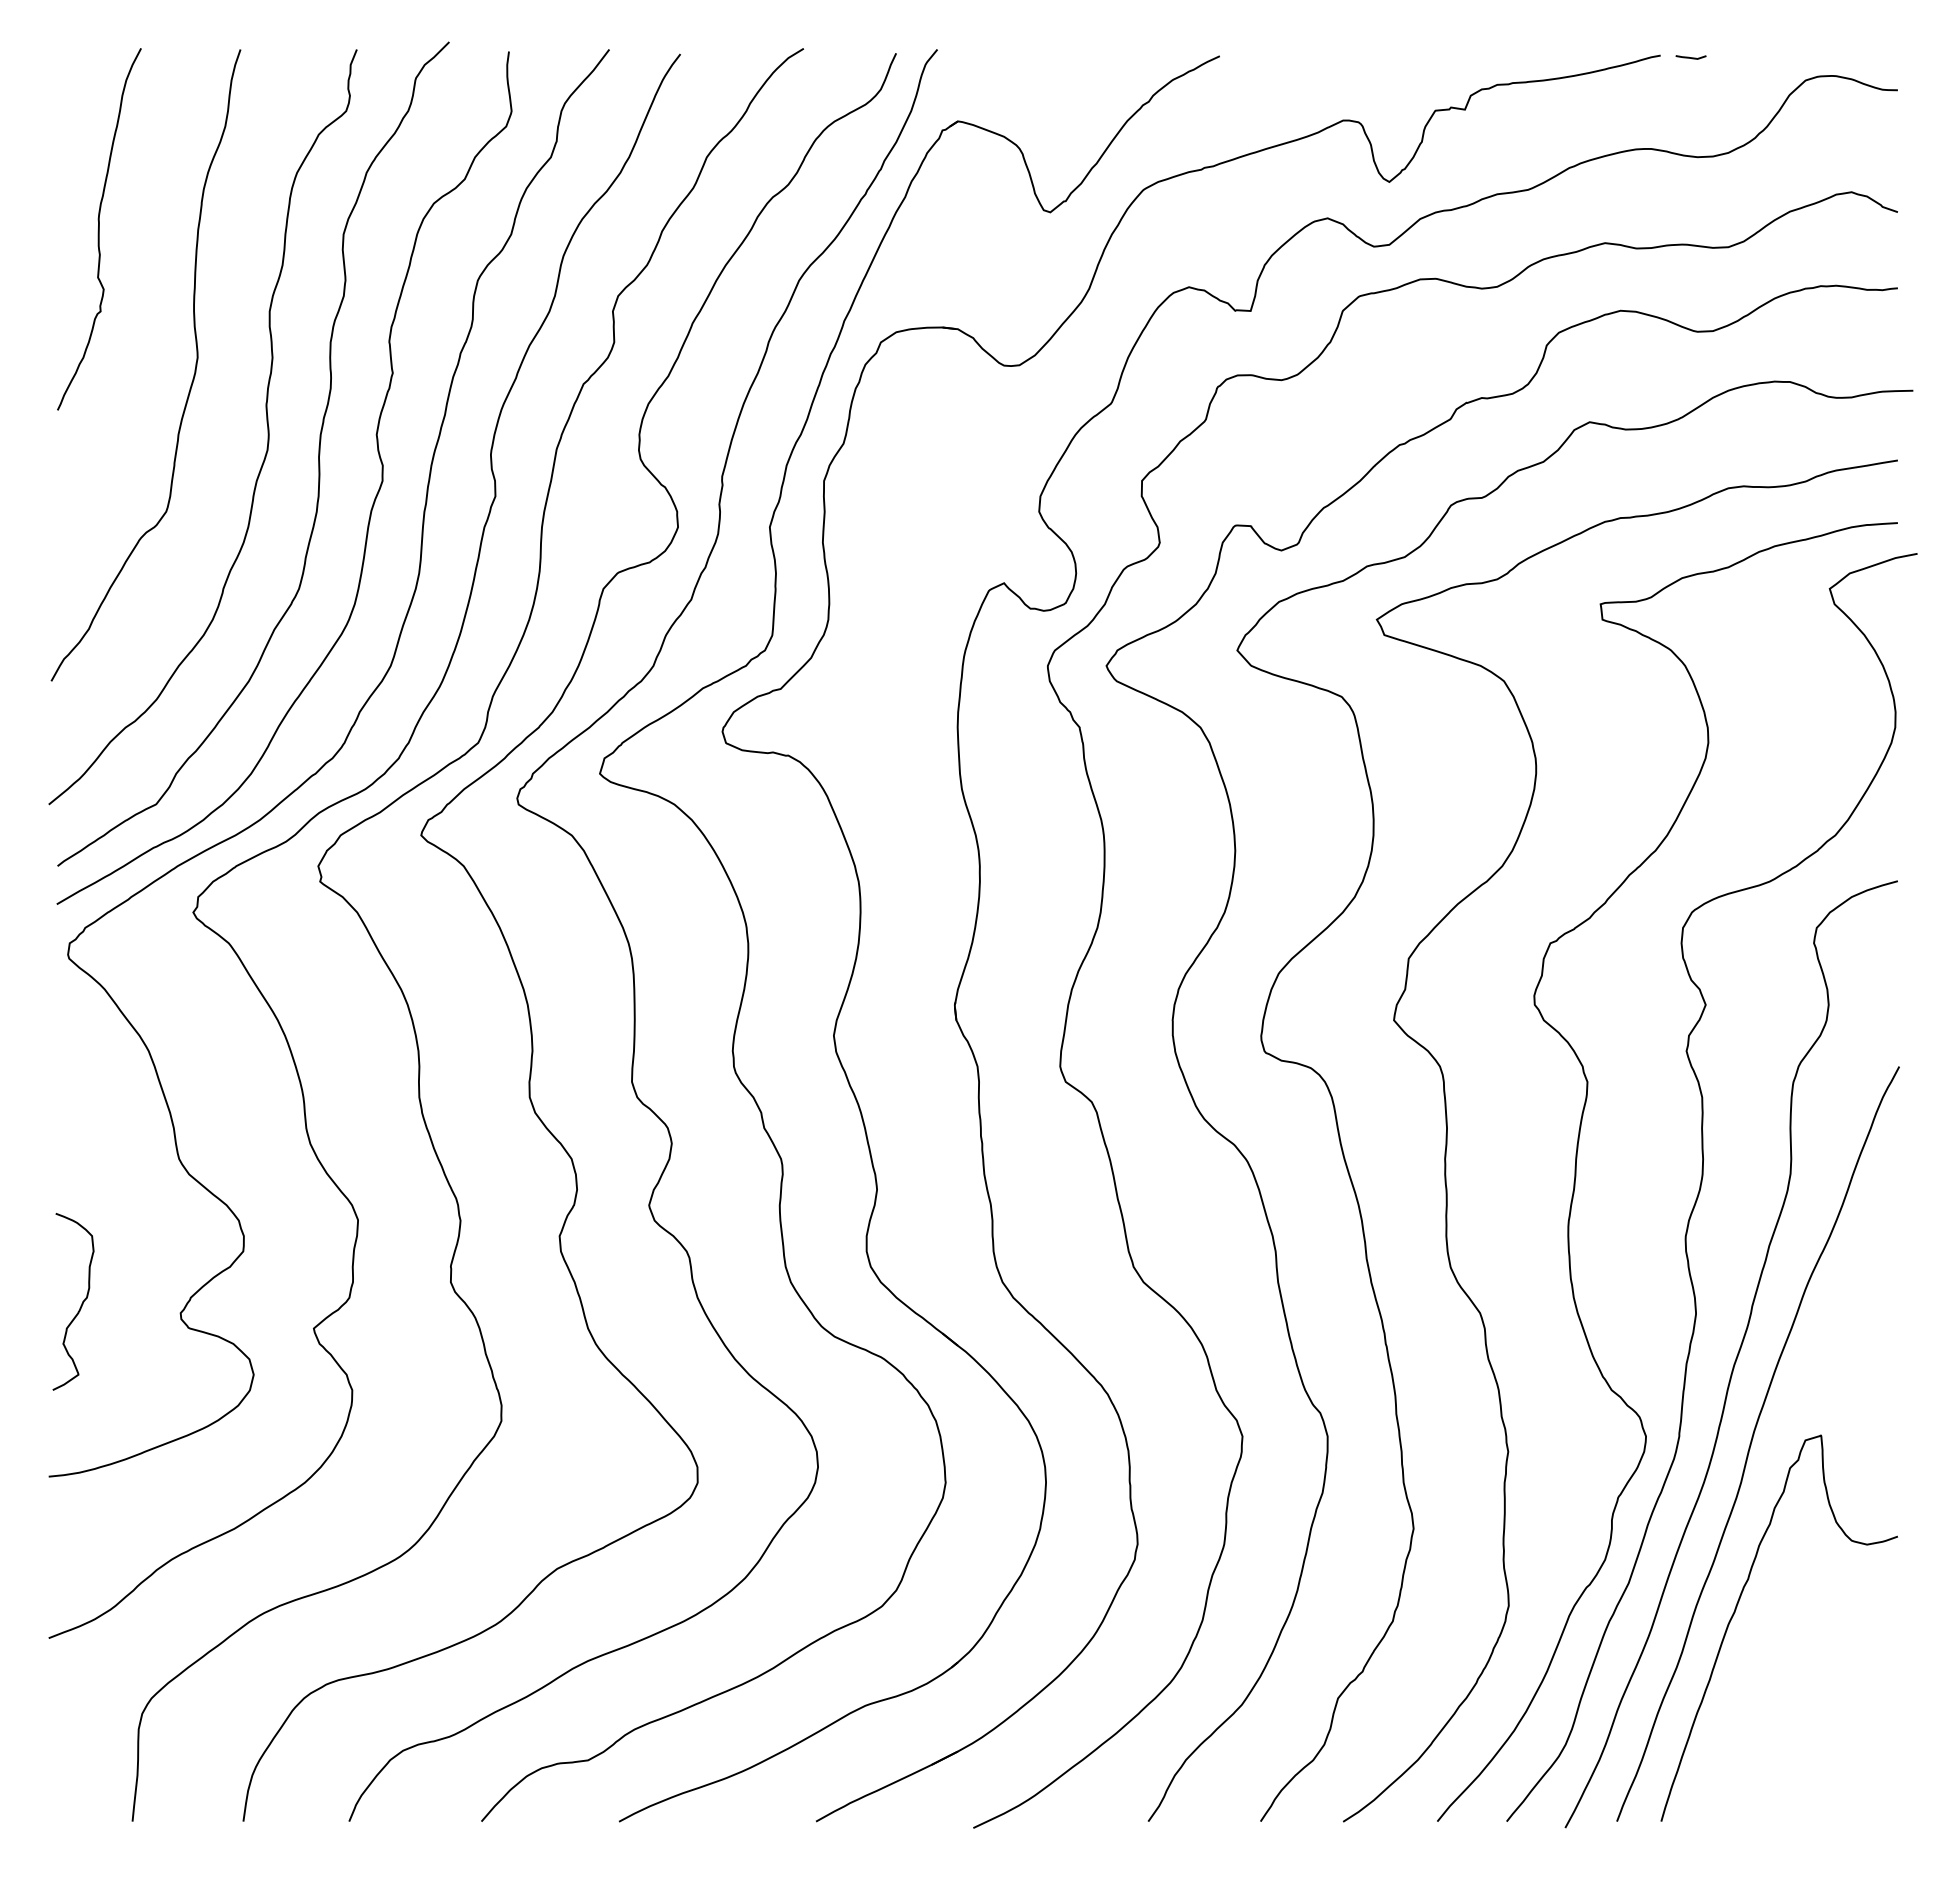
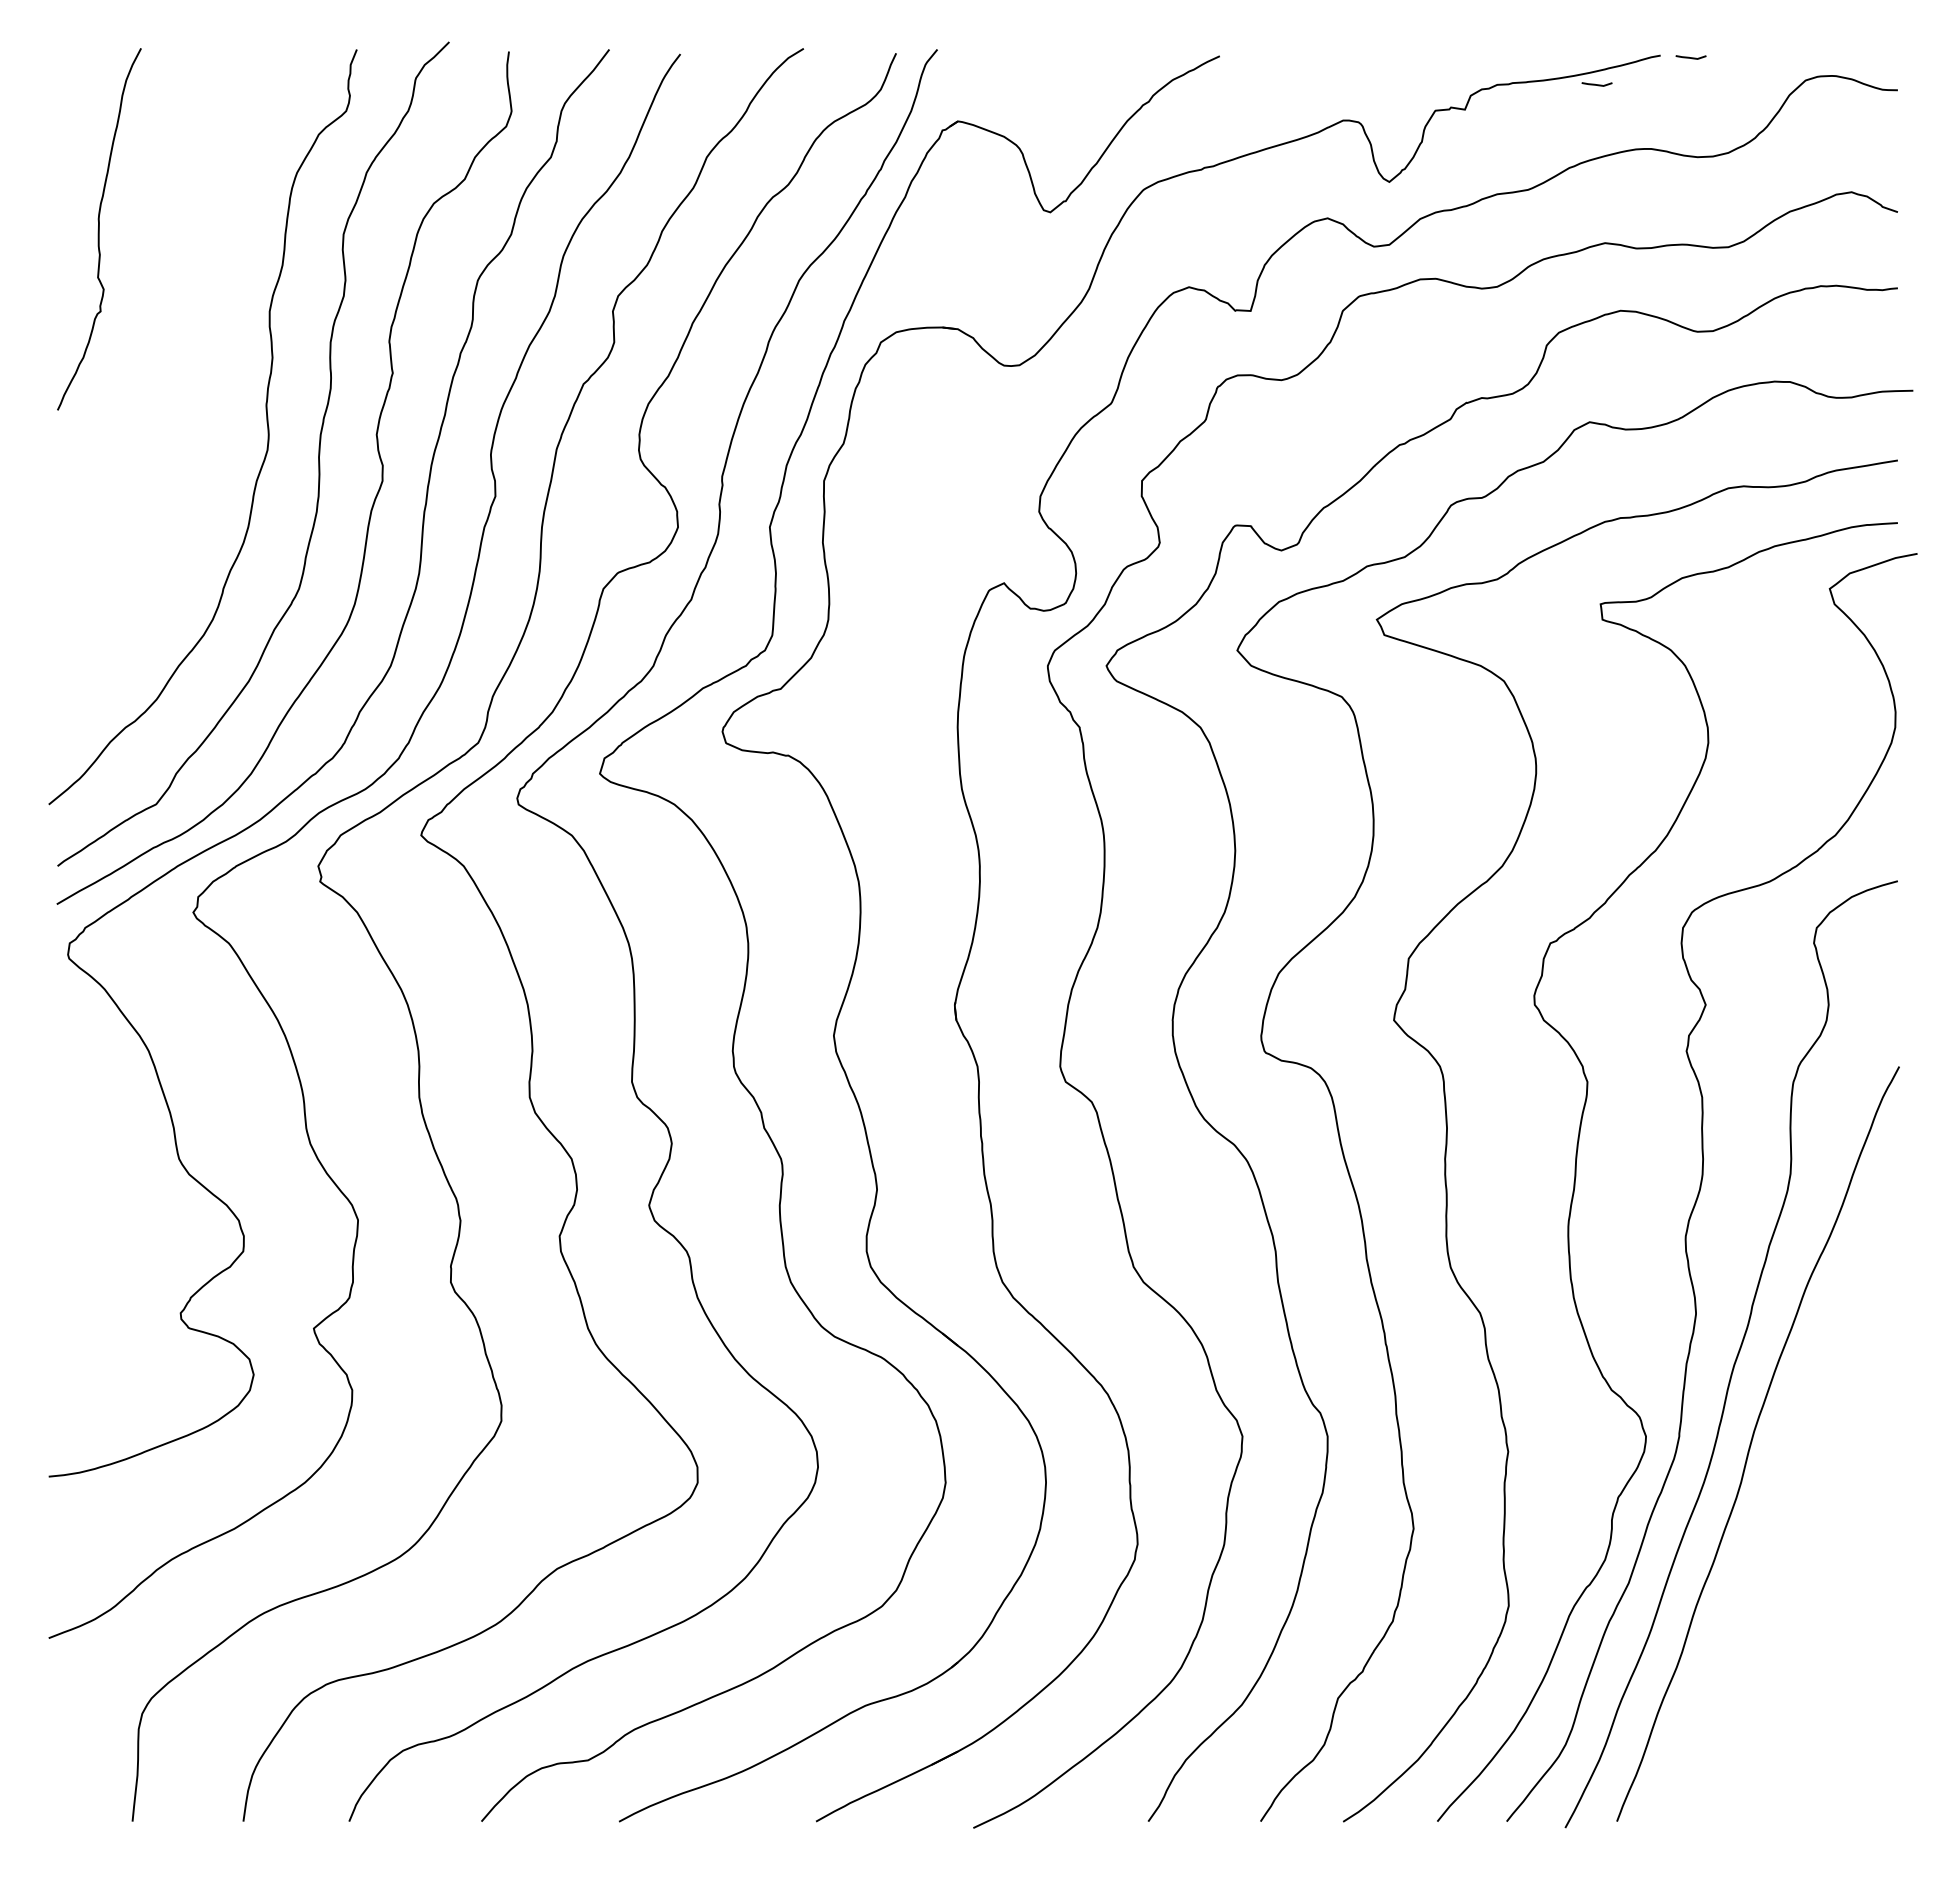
line at (1596, 84): none -> present
curve at (192, 378): present -> none
curve at (80, 1305): present -> none
curve at (1736, 1610): present -> none
